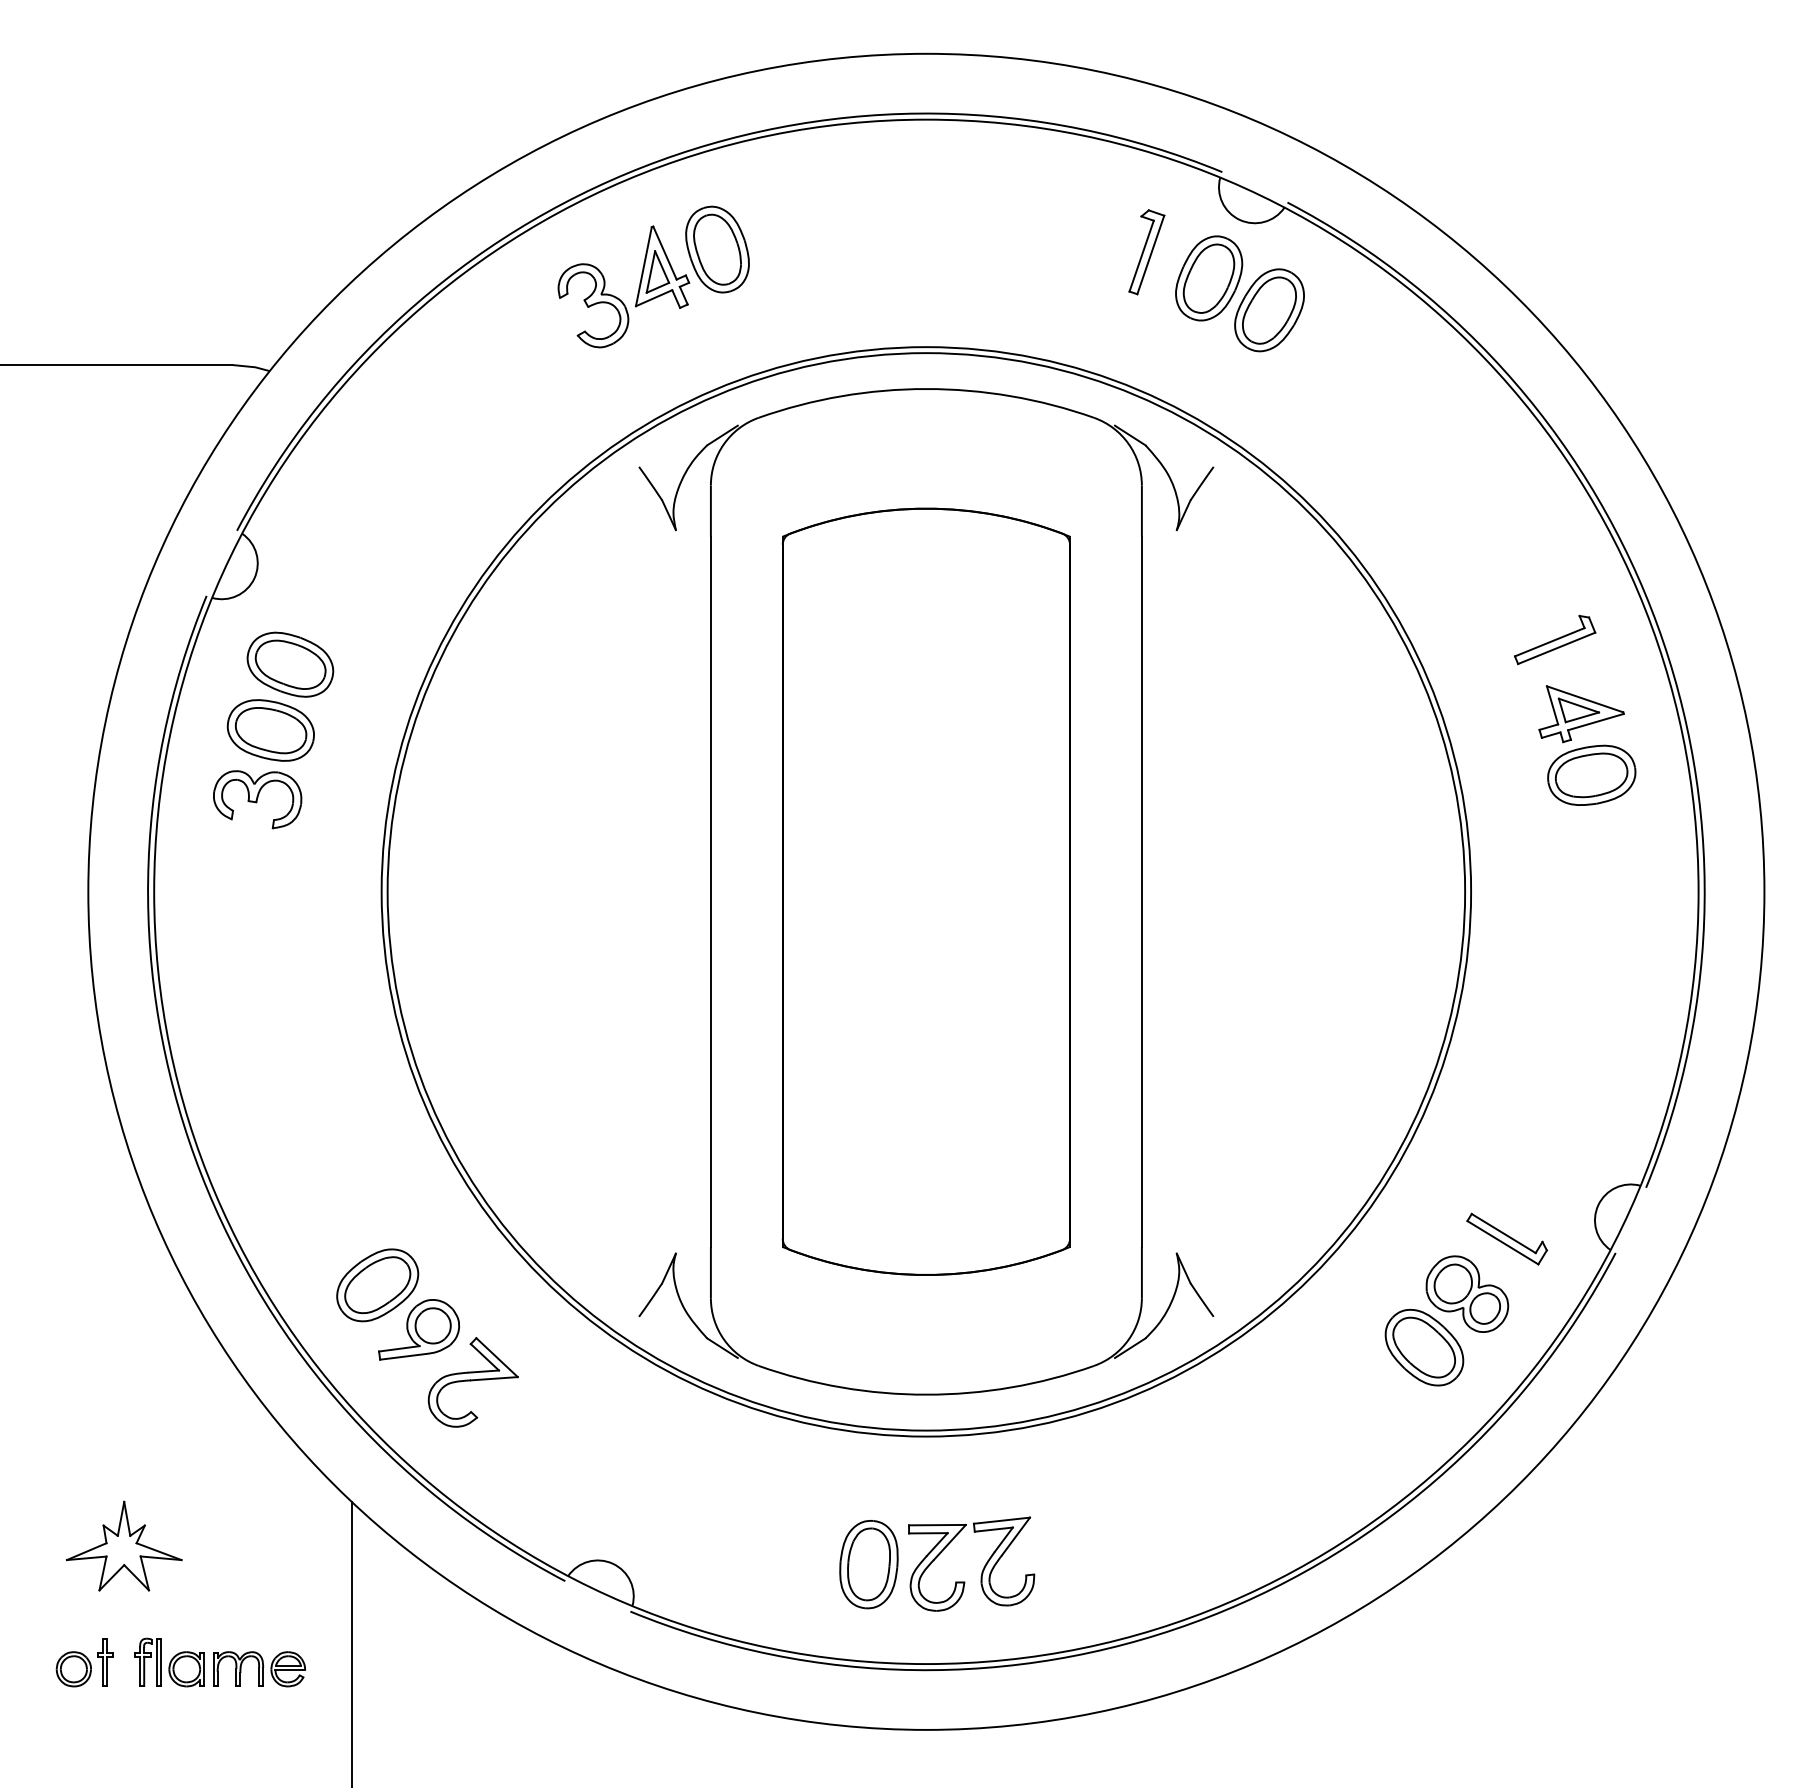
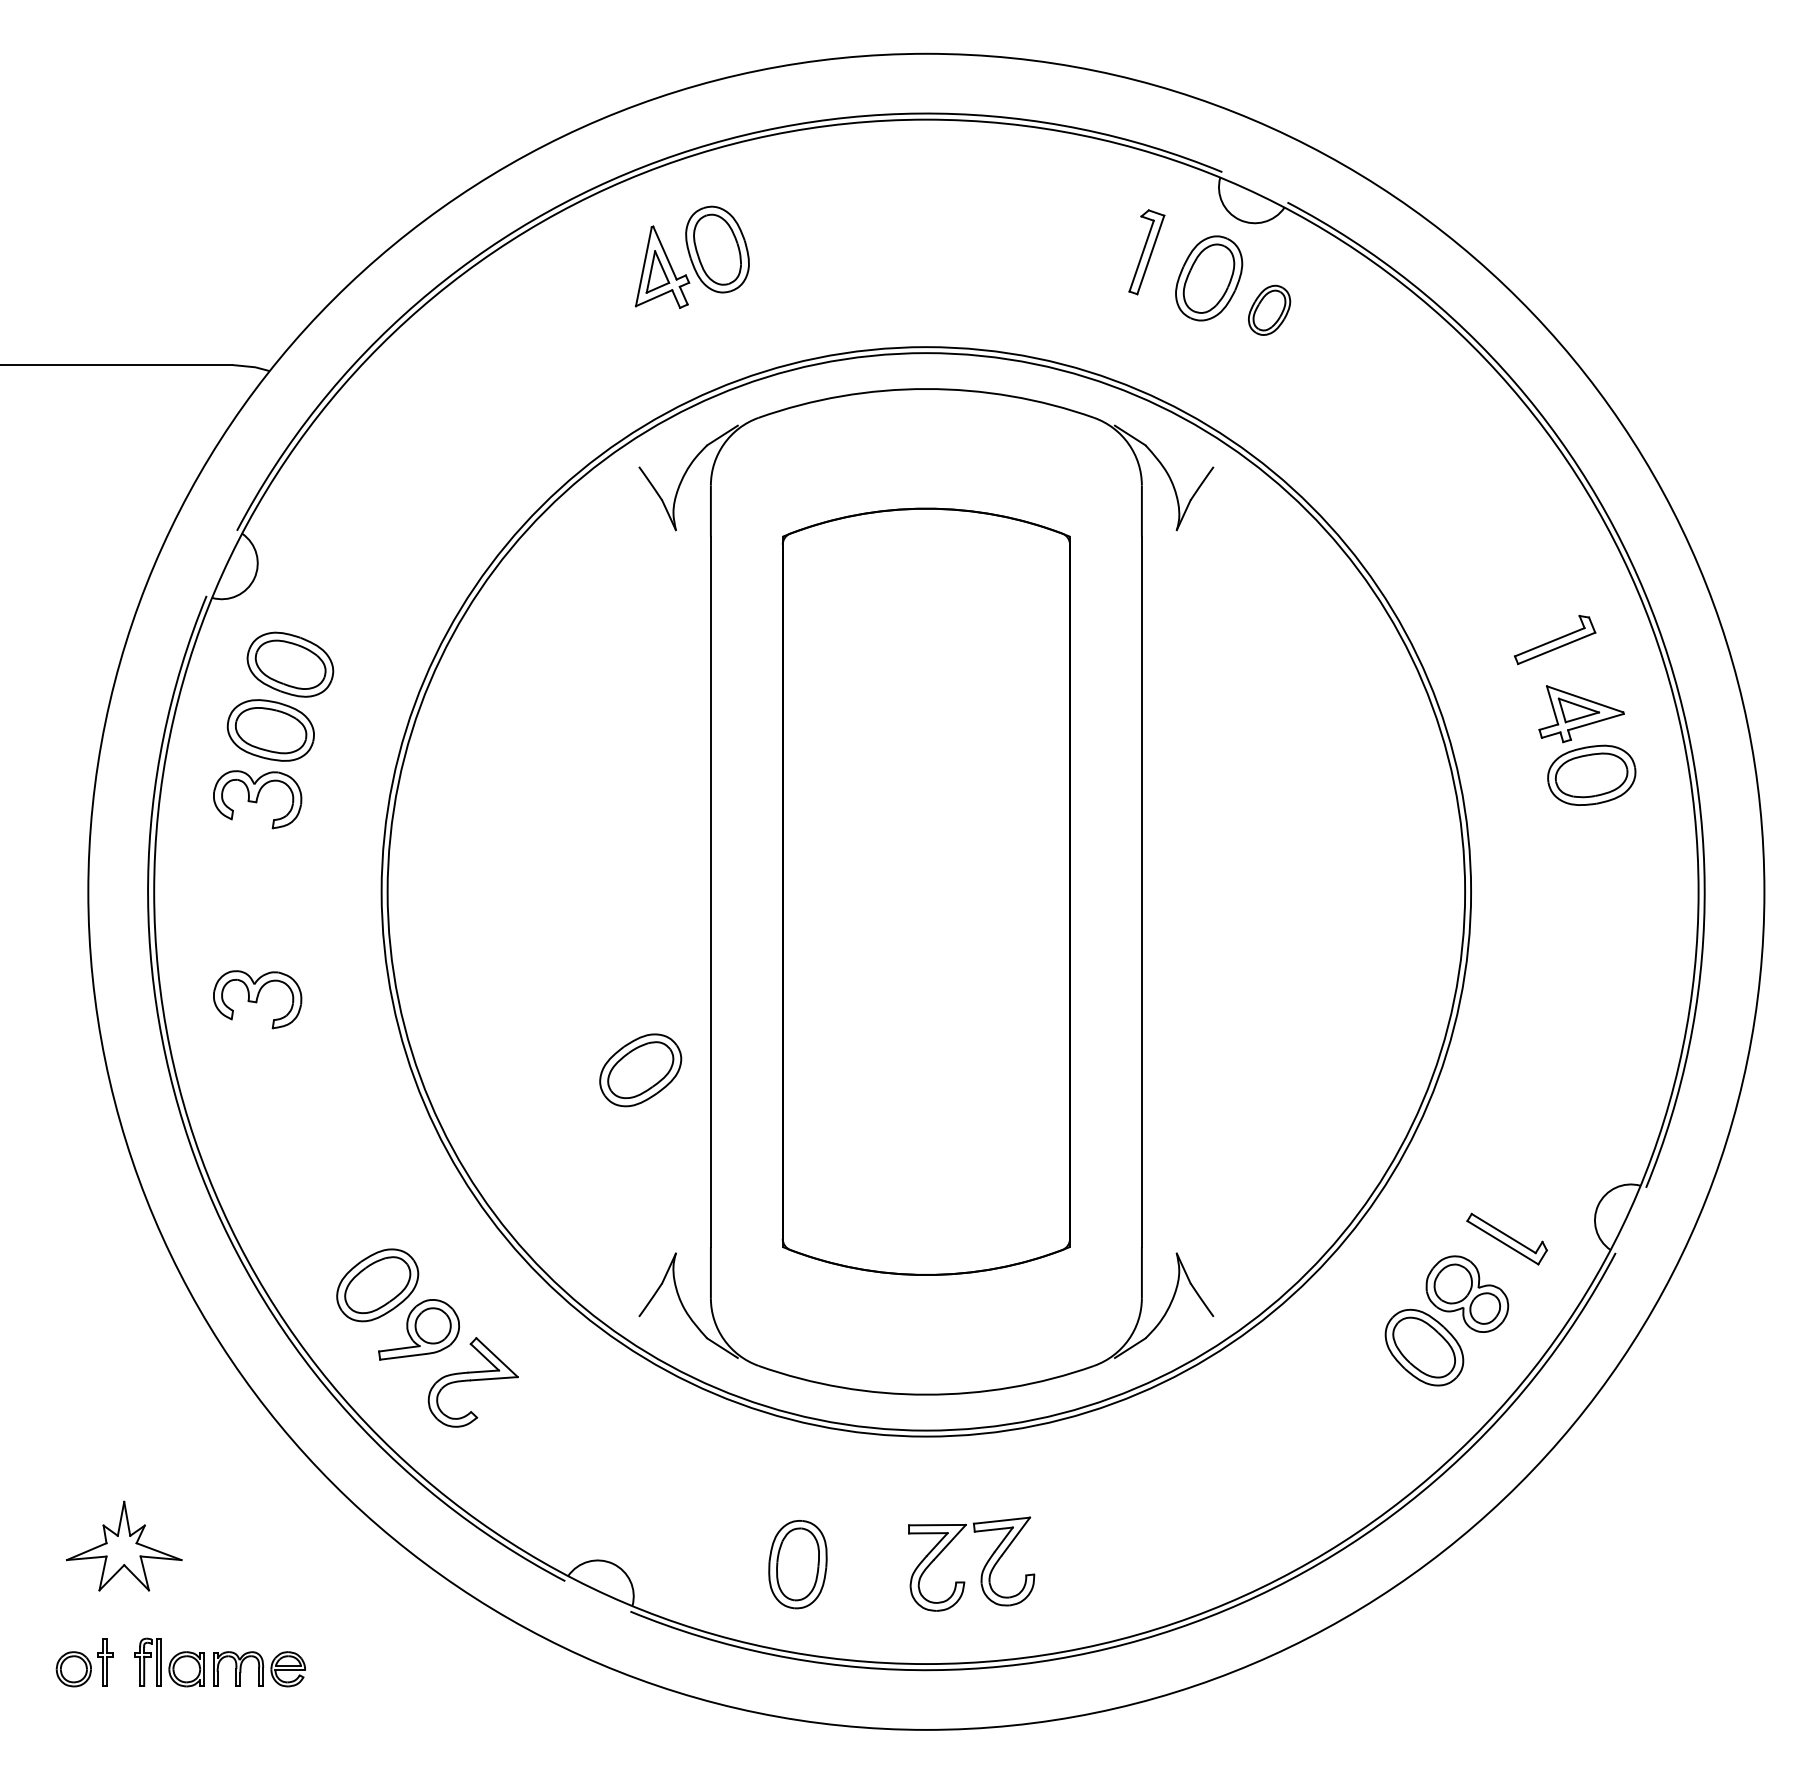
part at (593, 305): present -> none
part at (1269, 310) size: 71x85 px -> 44x52 px
part at (257, 999): none -> present
part at (640, 1070): none -> present
part at (868, 1564) position: (868, 1564) -> (797, 1564)
line at (351, 1642): present -> none
